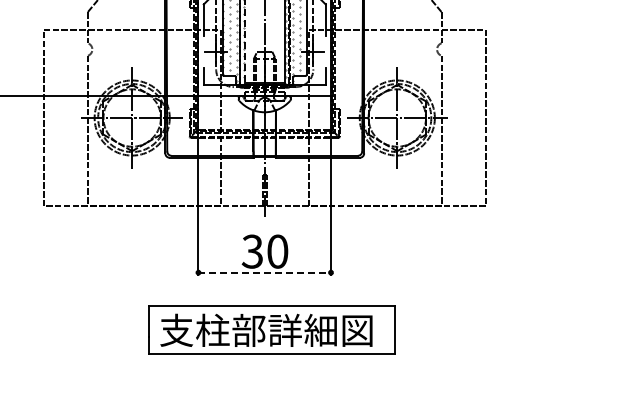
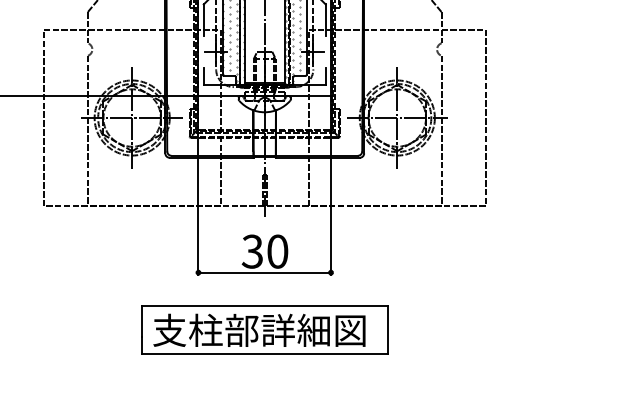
line at (244, 41): dashed -> solid
line at (265, 272): dashed -> solid
part at (271, 329) position: (271, 329) -> (264, 329)
